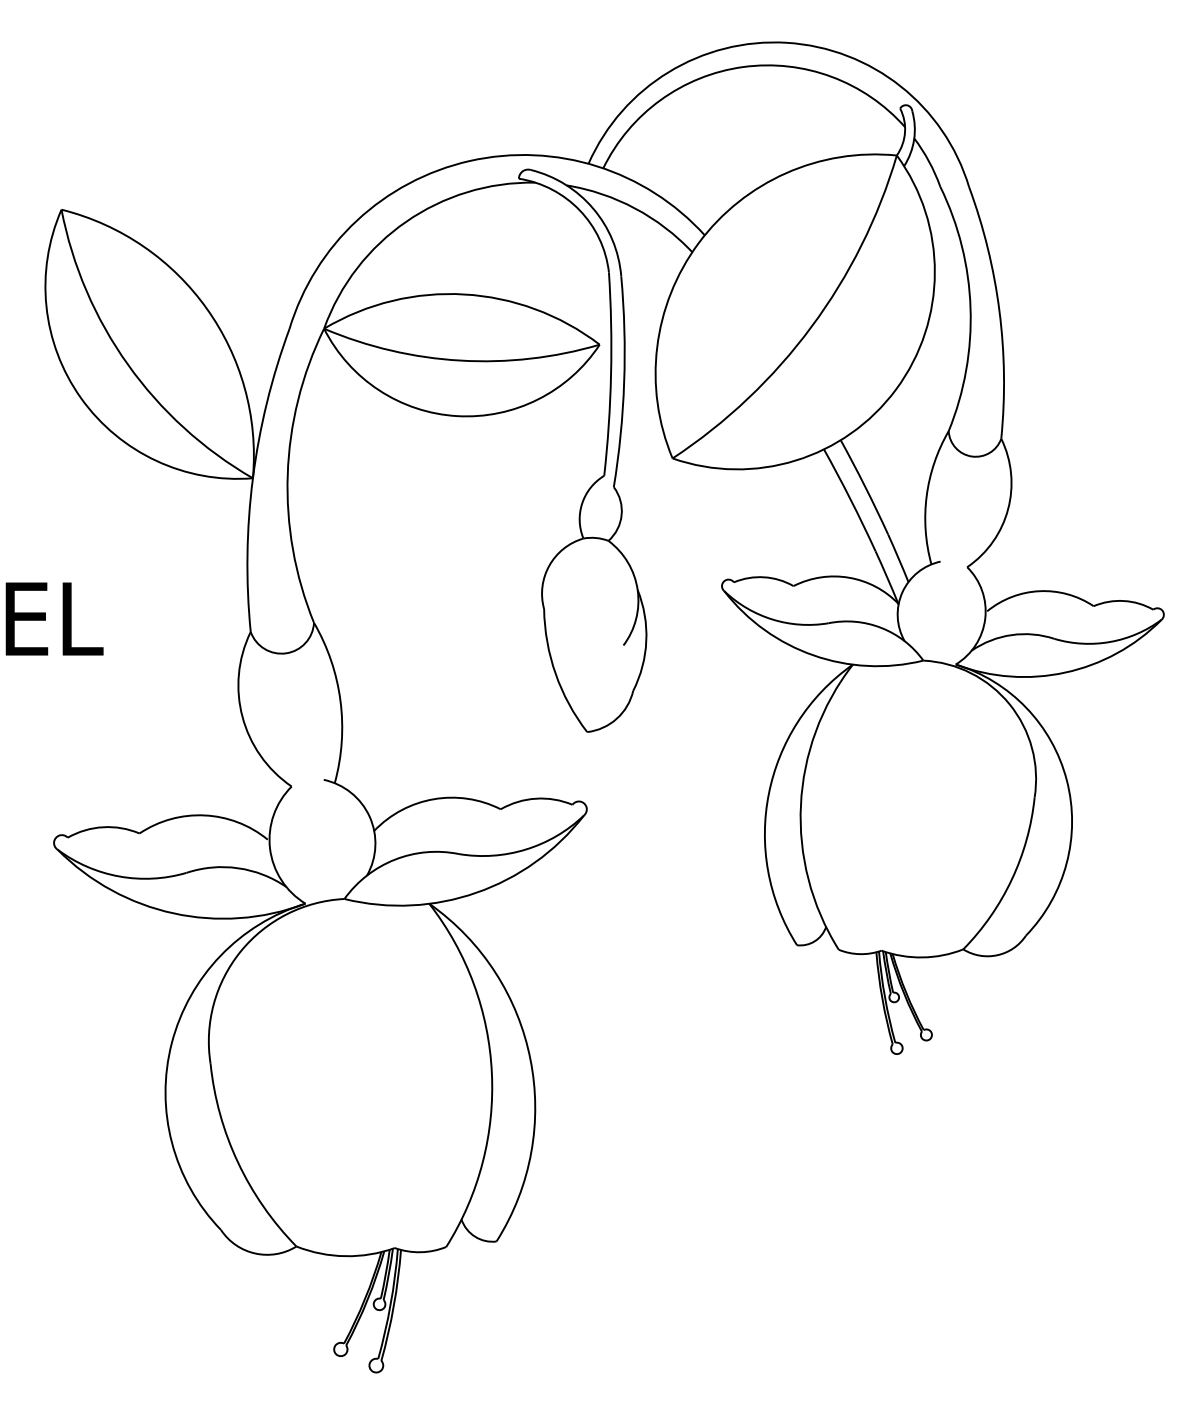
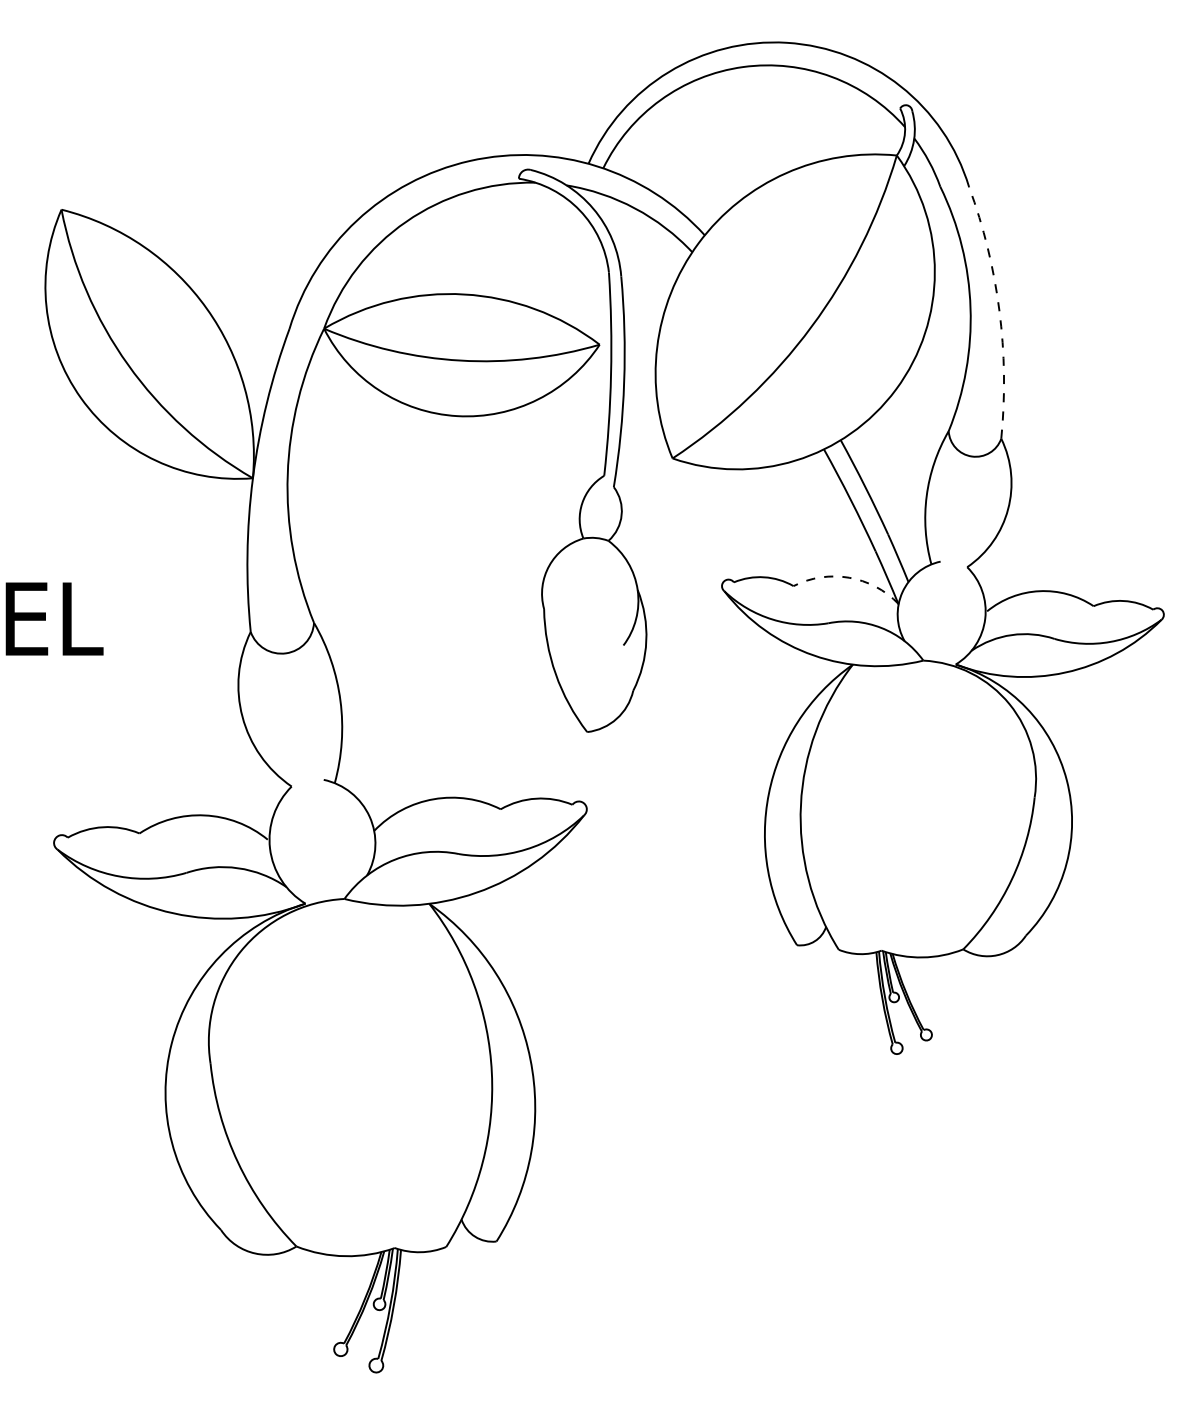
arc at (999, 311): solid -> dashed
arc at (849, 577): solid -> dashed
